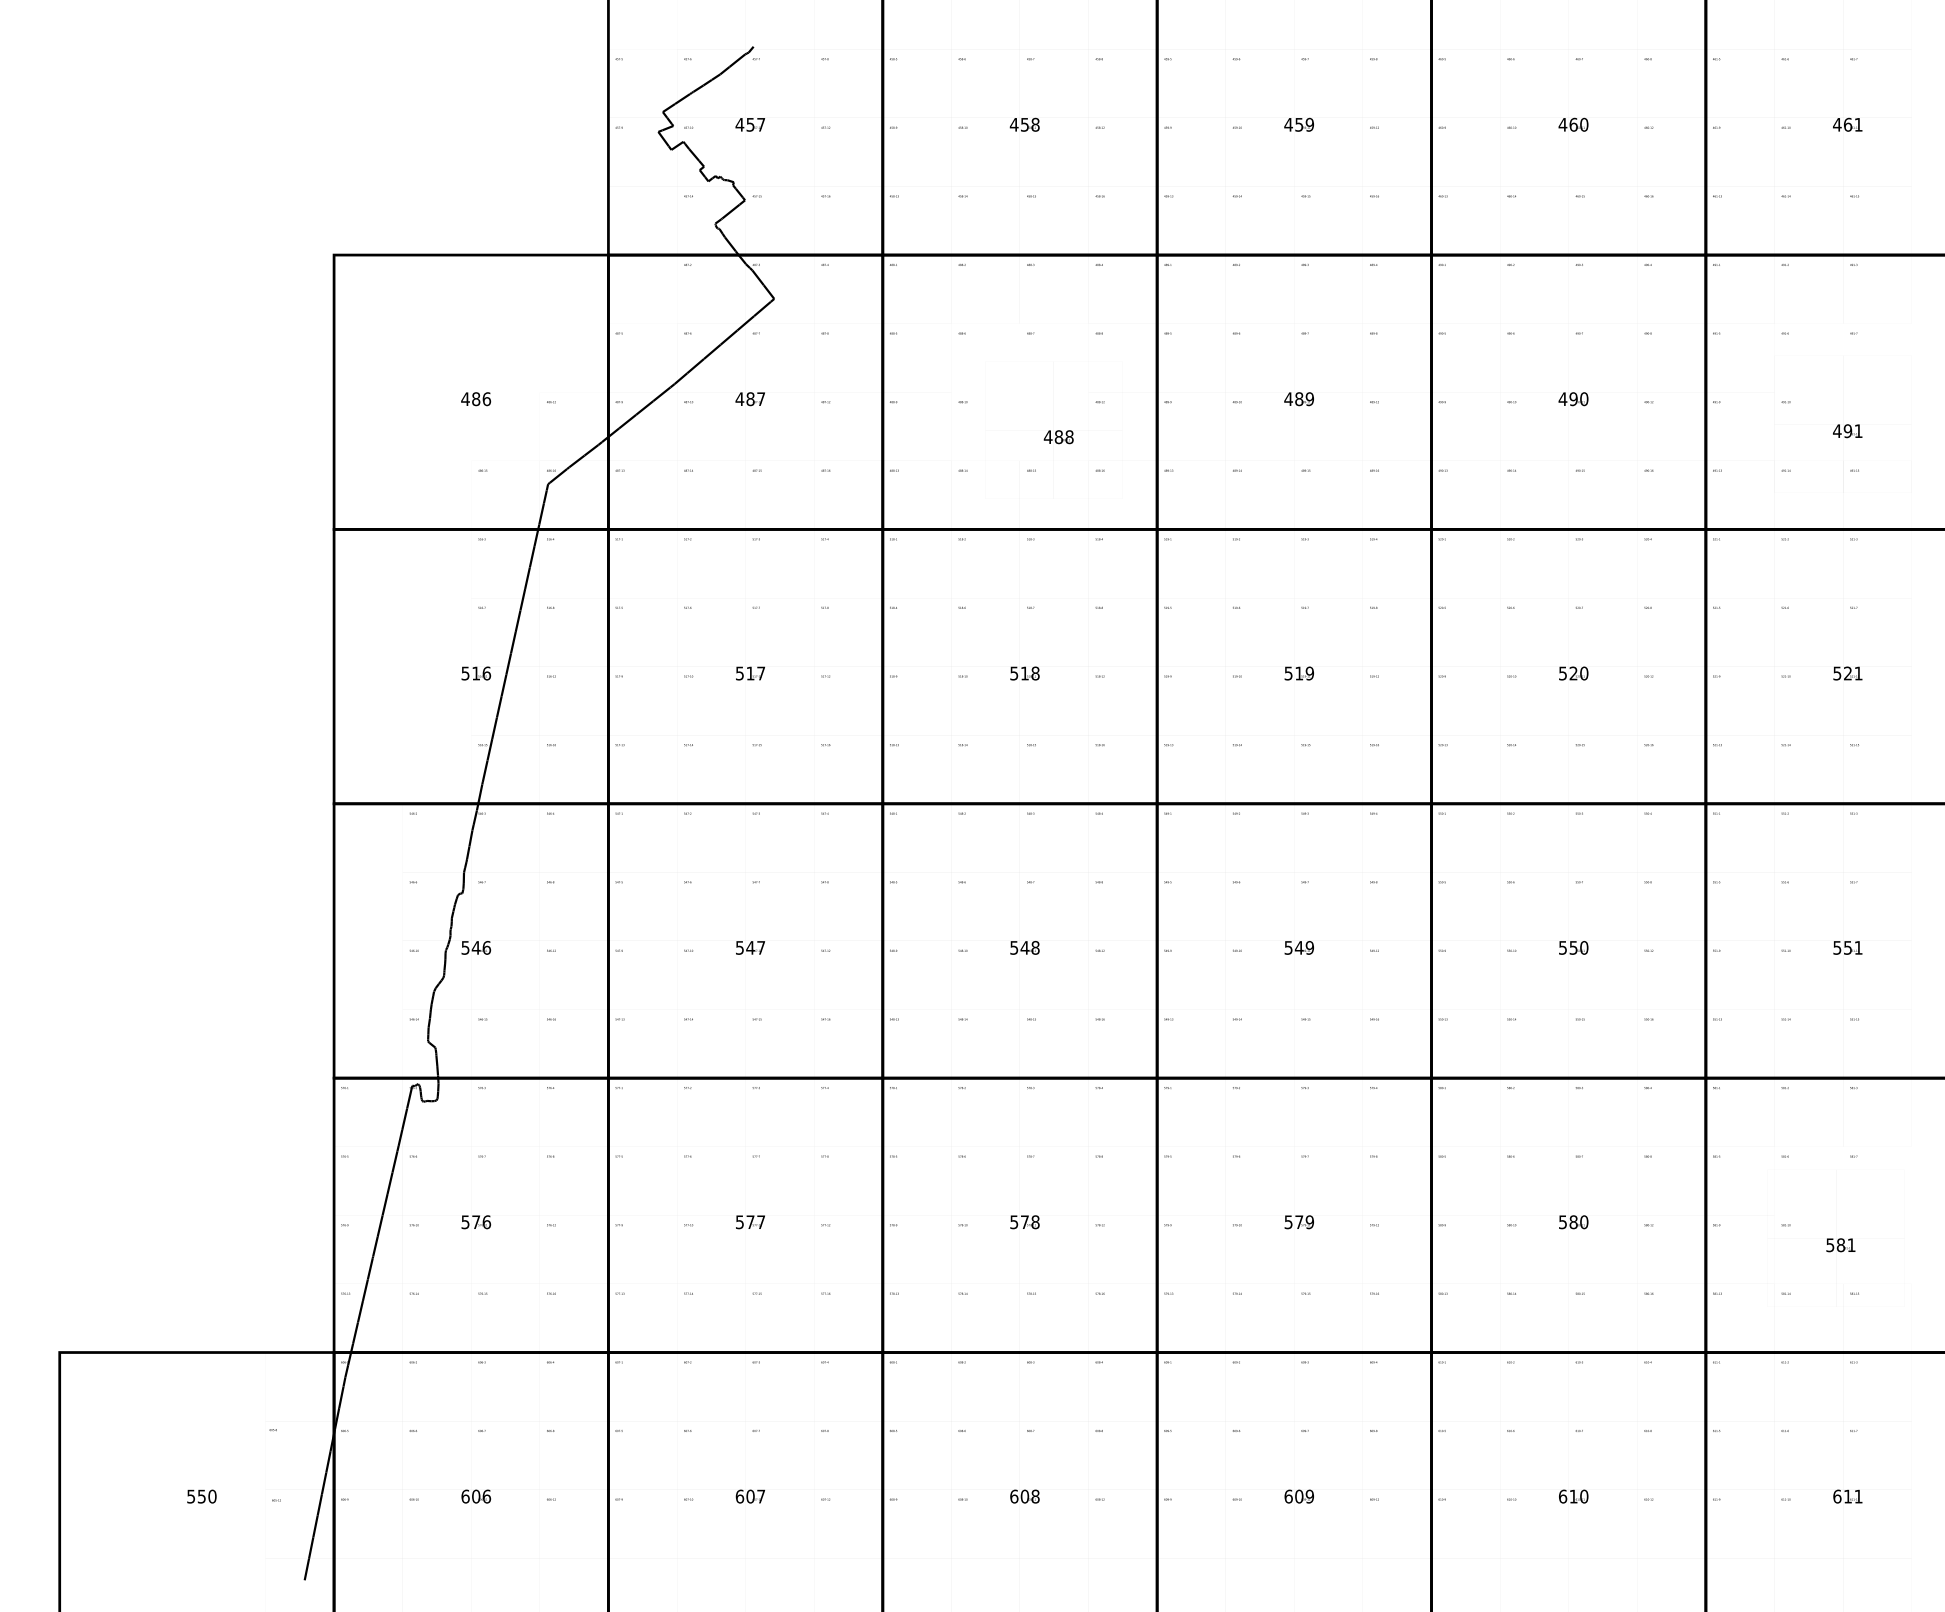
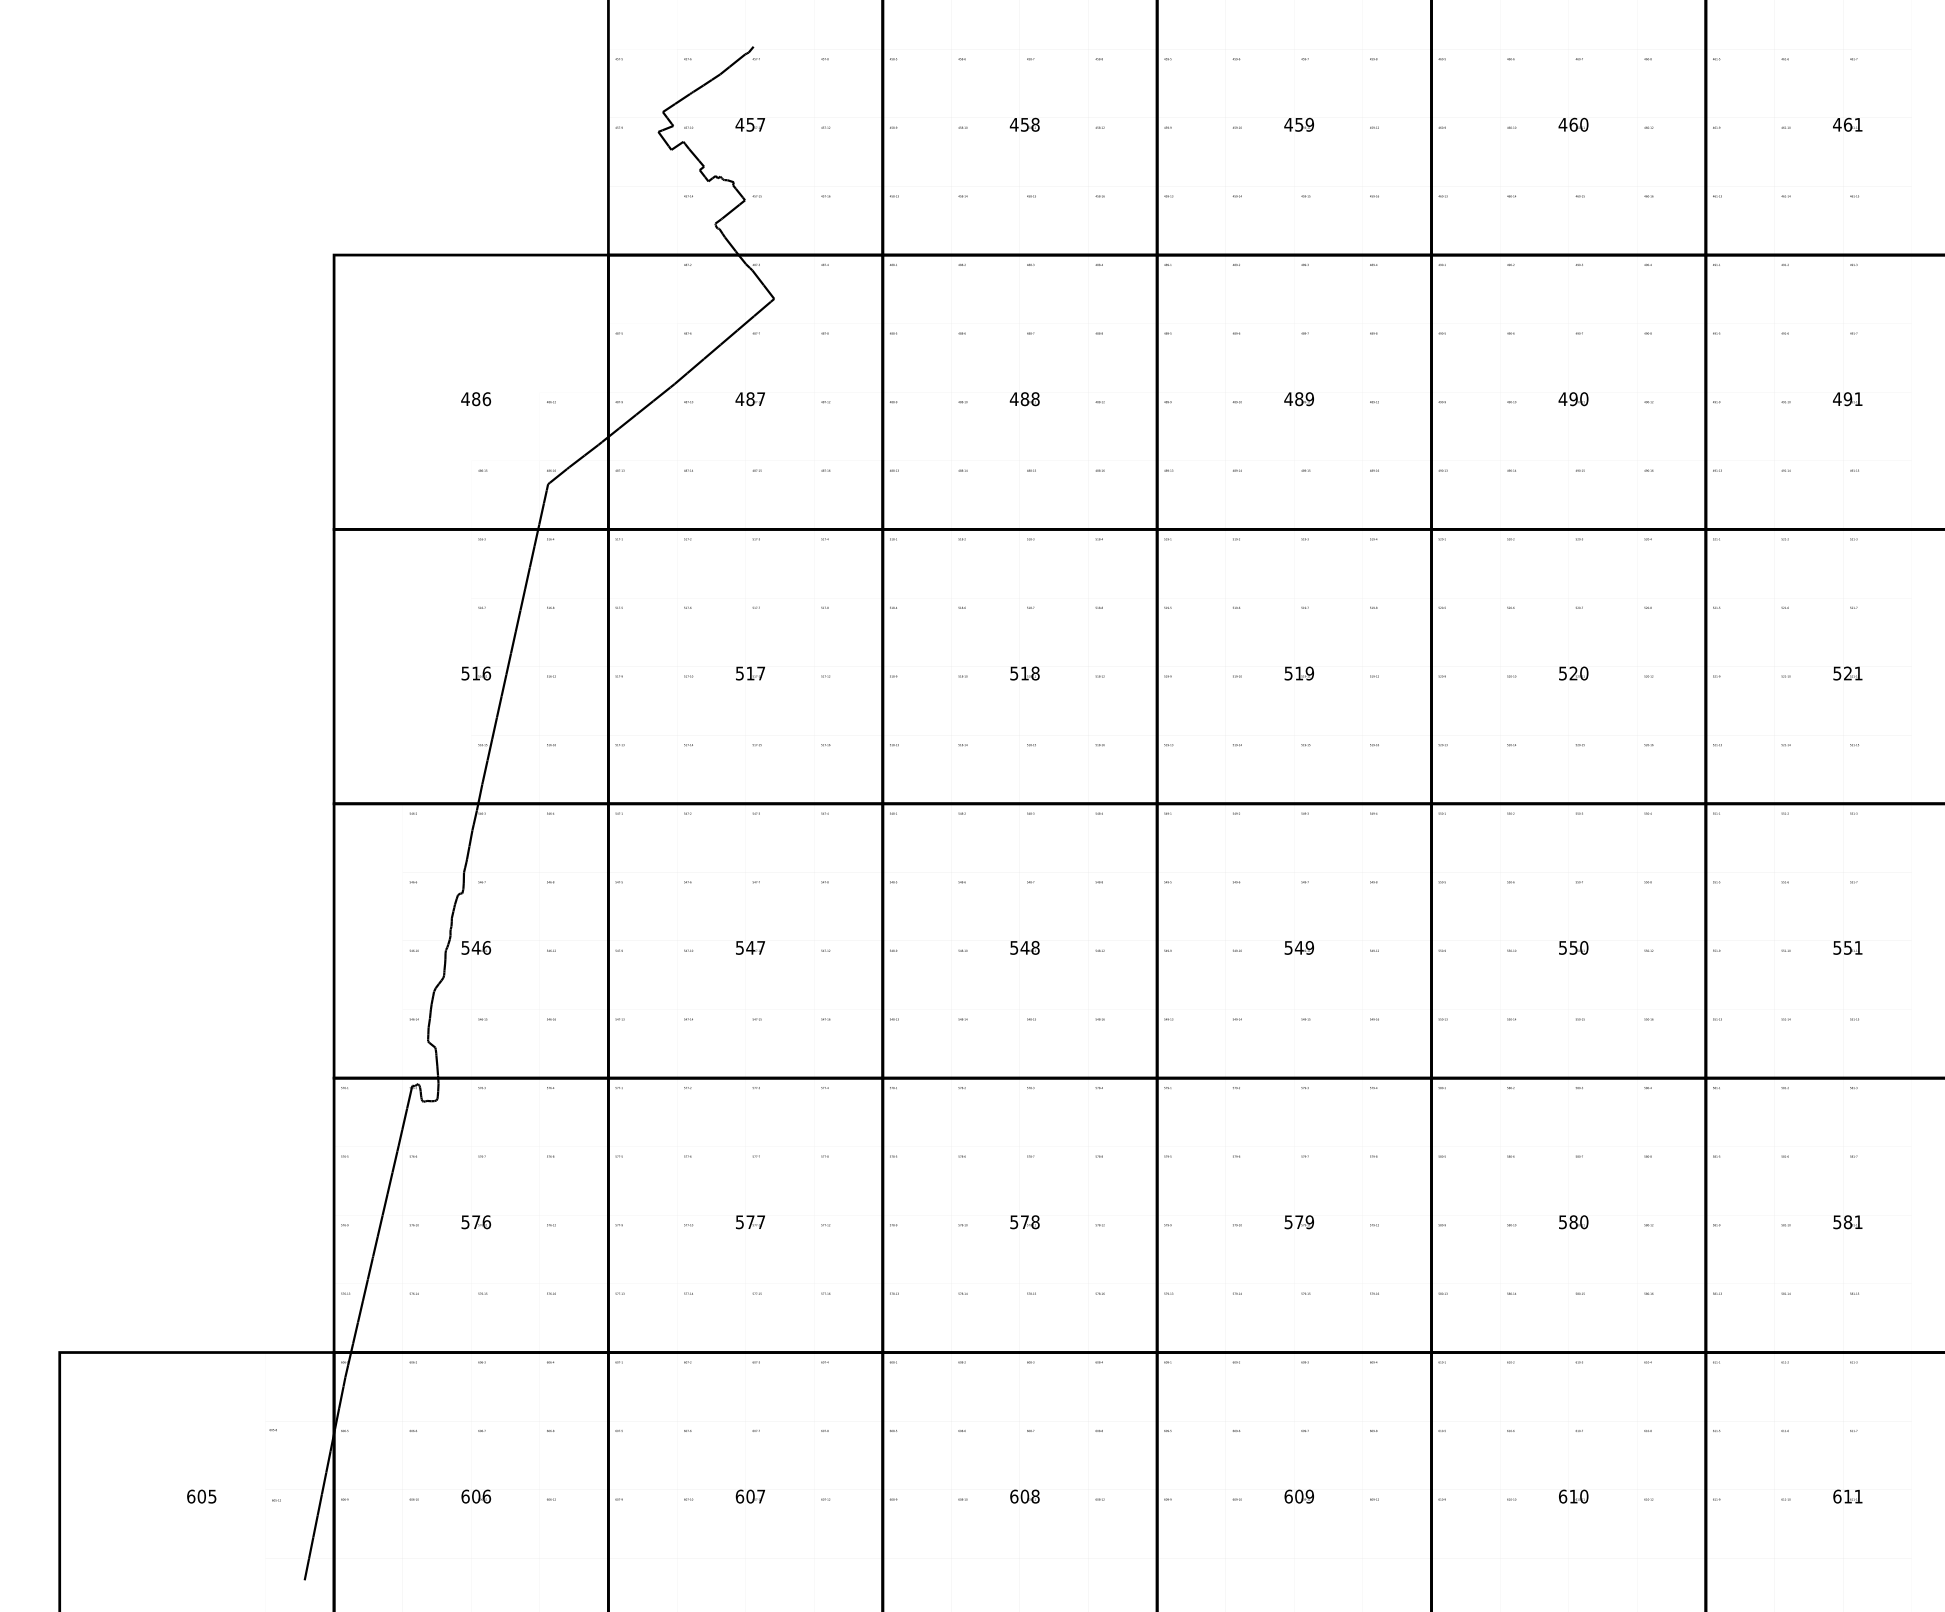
text at (1847, 431) position: (1847, 431) -> (1847, 399)
text at (1058, 437) position: (1058, 437) -> (1024, 399)
text at (1840, 1245) position: (1840, 1245) -> (1847, 1222)
text at (201, 1496): 550 -> 605
